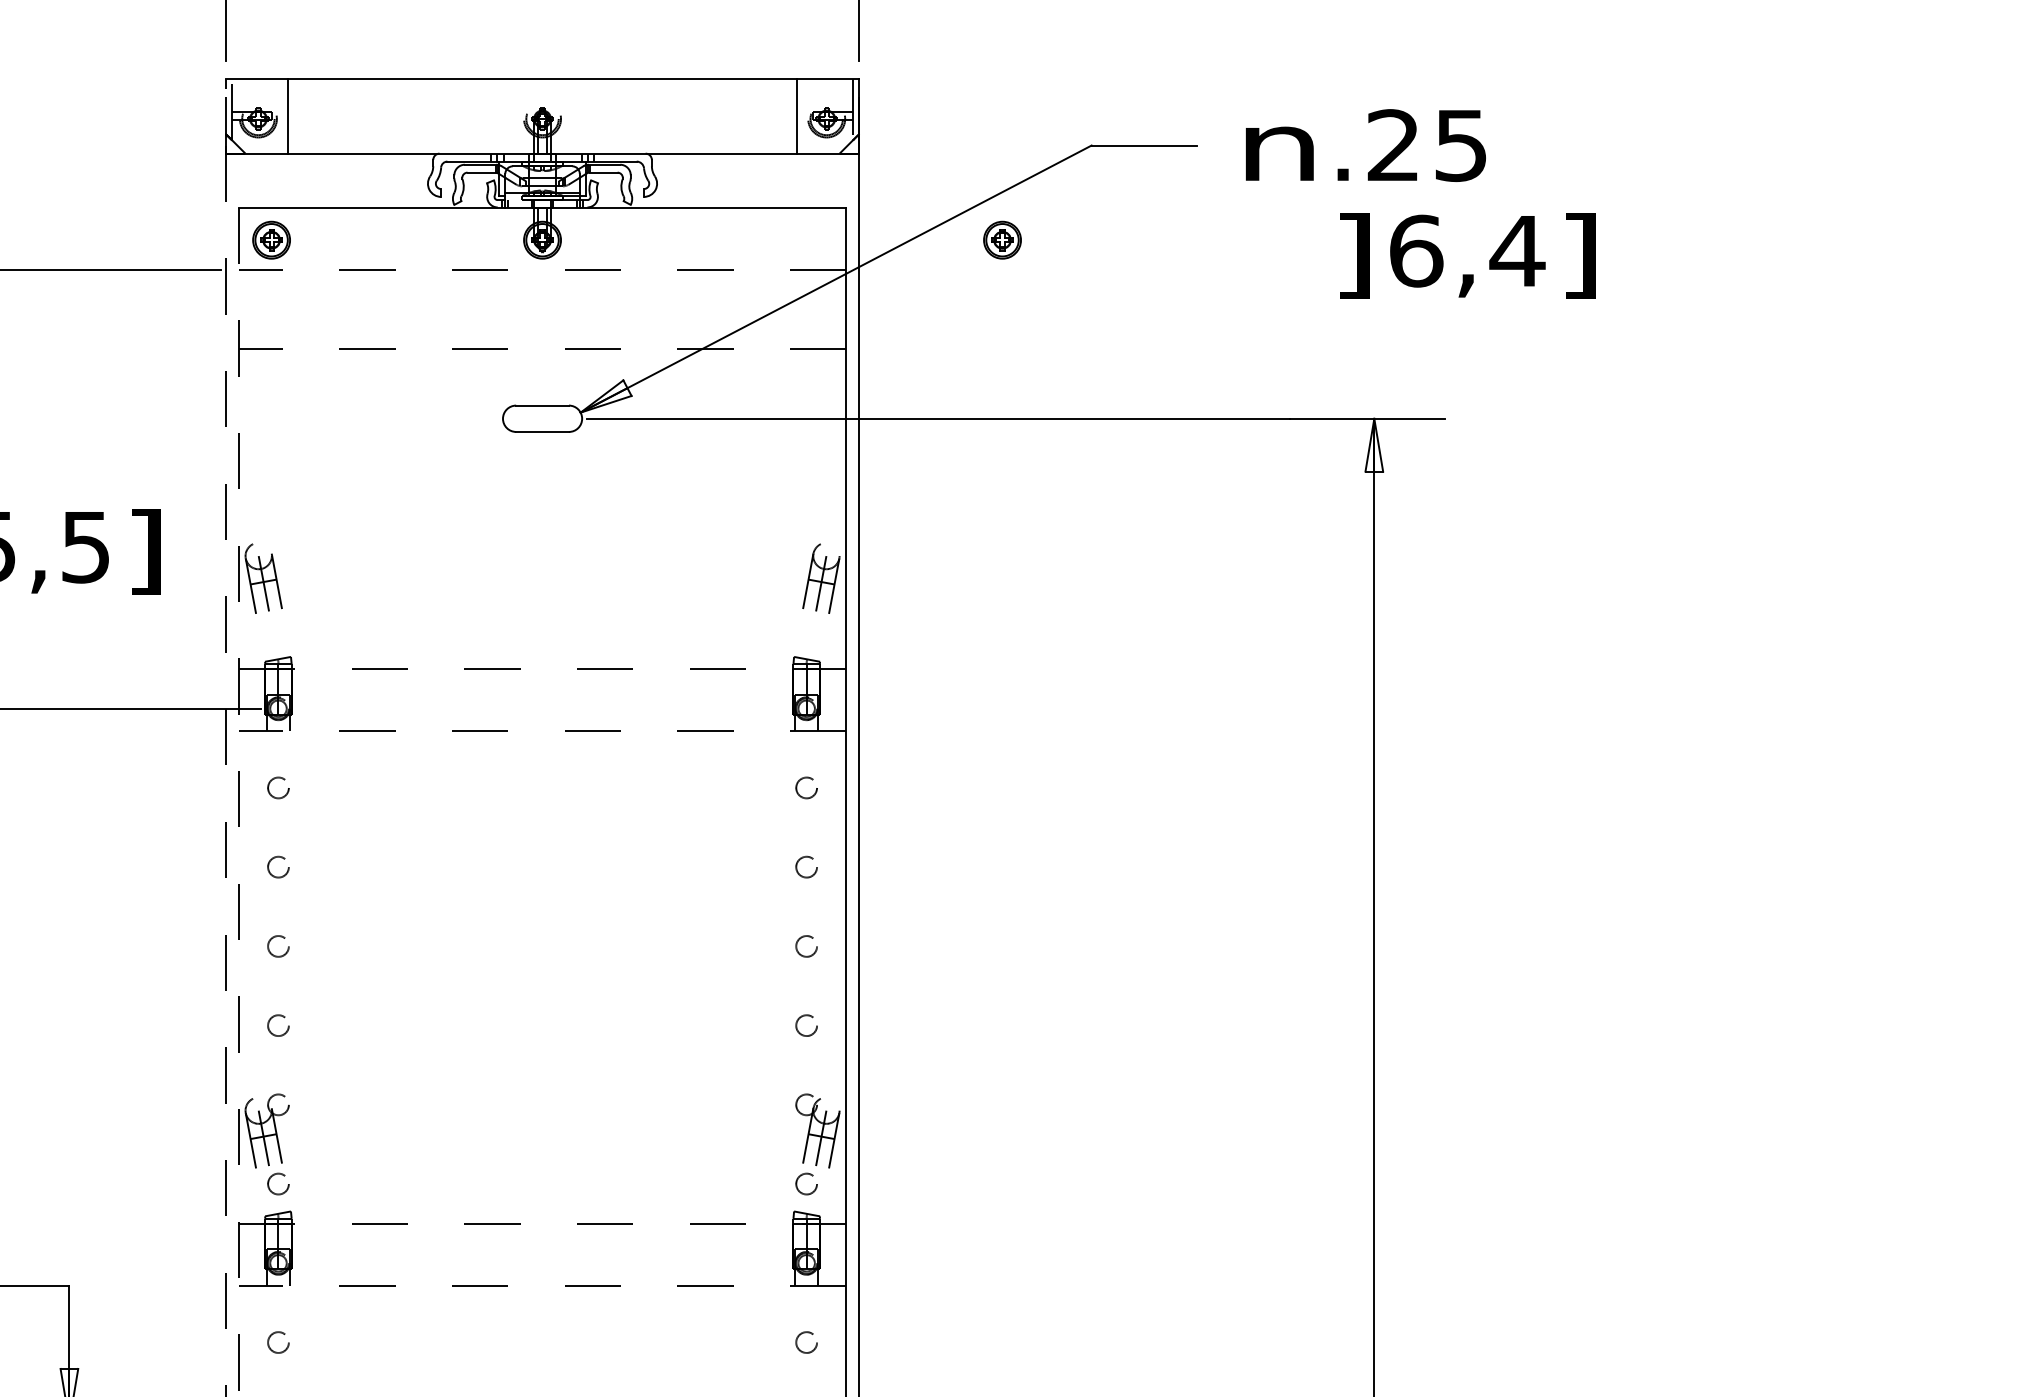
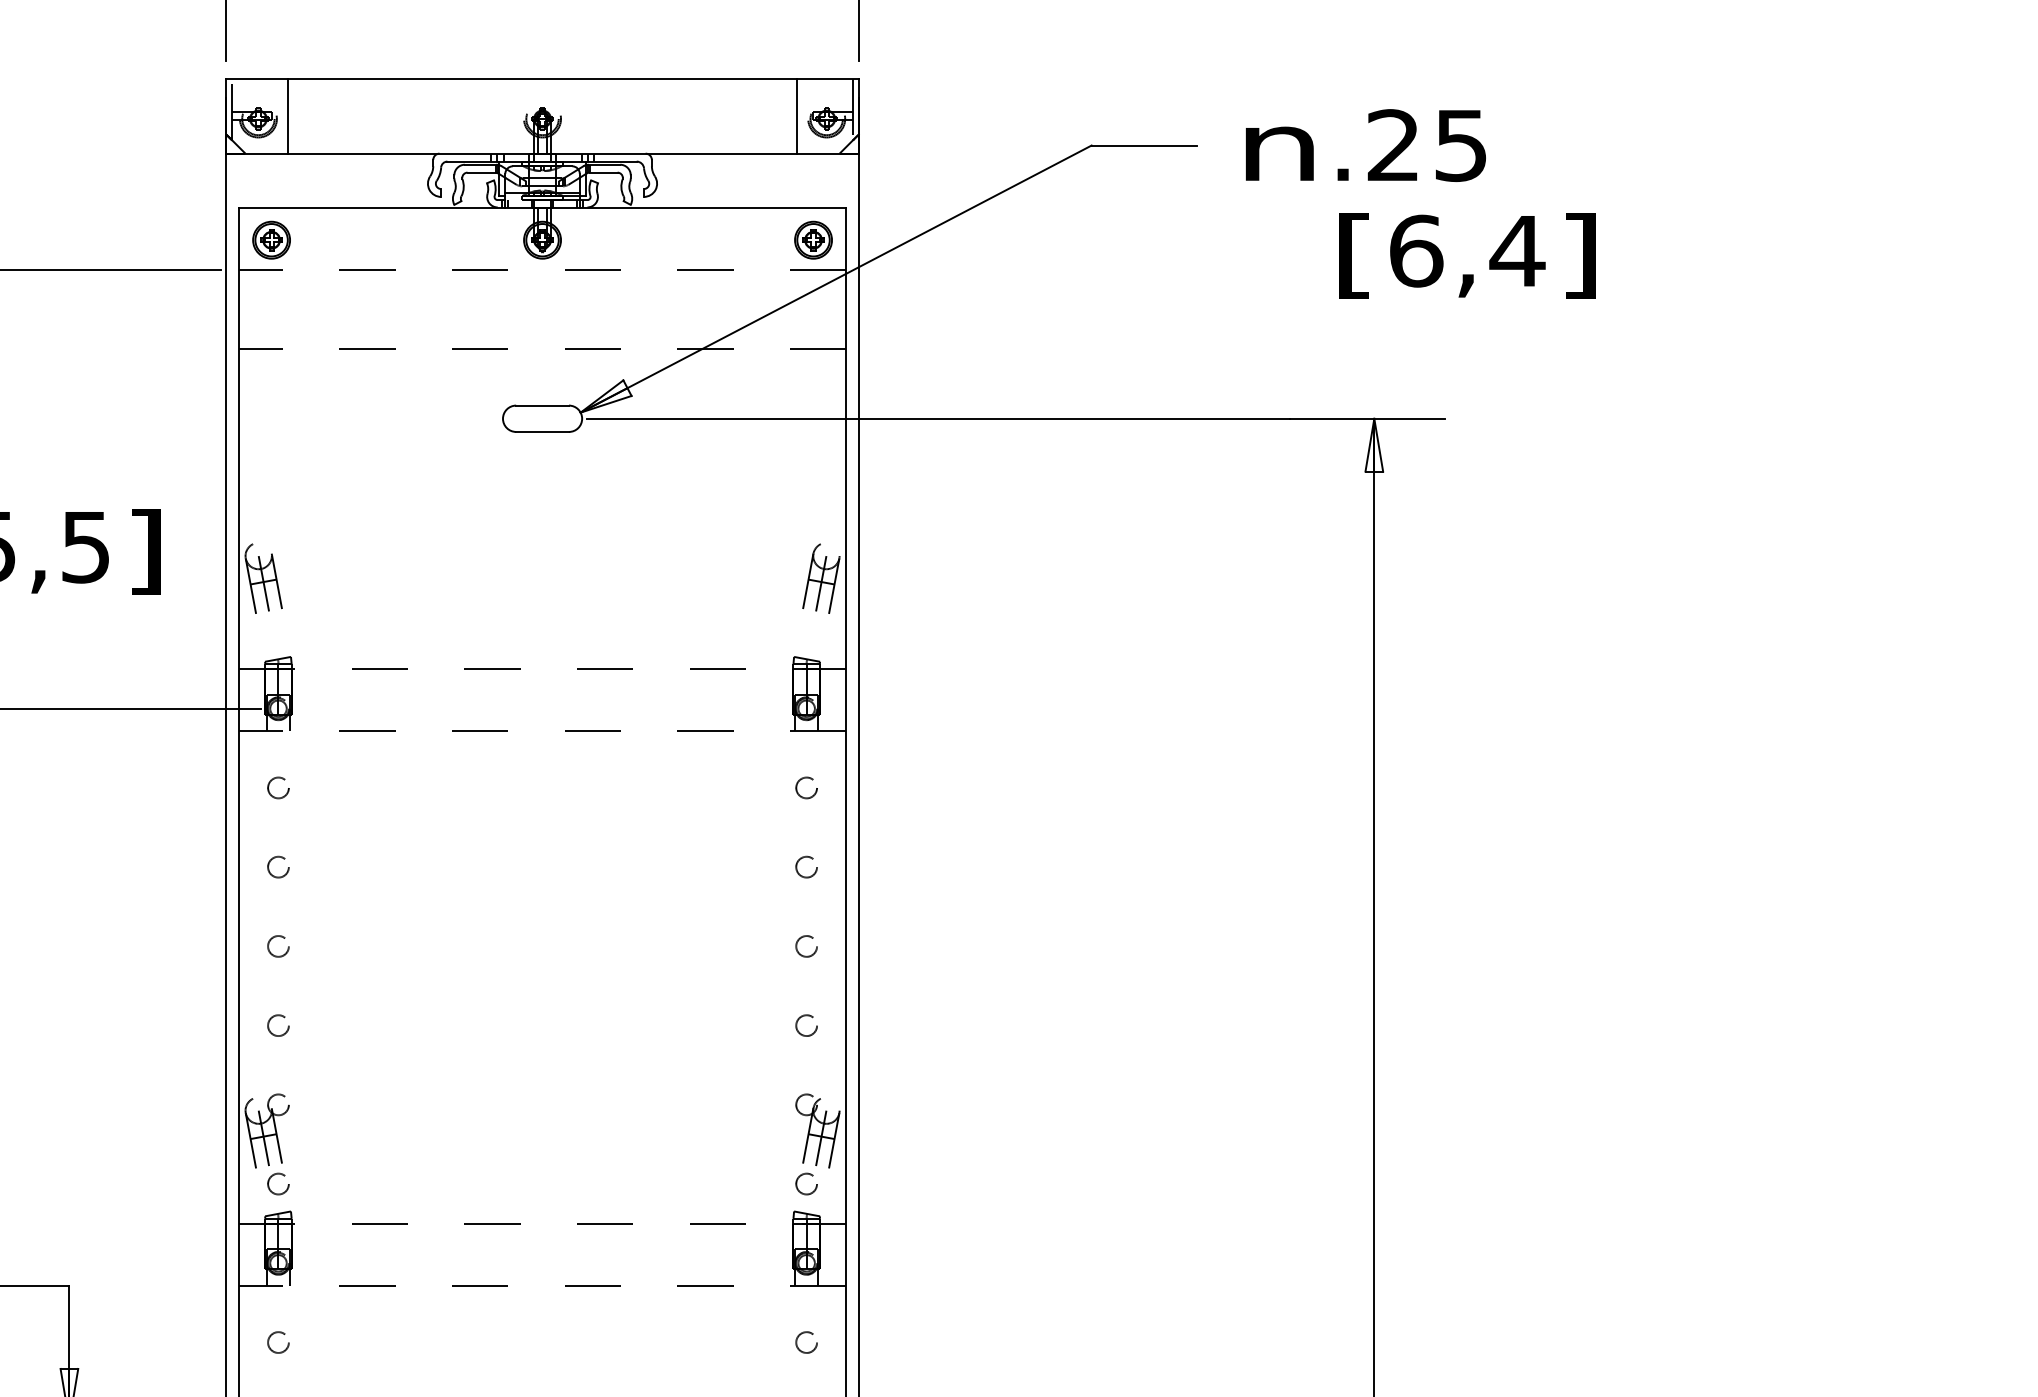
part at (1002, 239) position: (1002, 239) -> (813, 239)
text at (1354, 255): ] -> [
line at (225, 737): dashed -> solid
line at (238, 802): dashed -> solid
